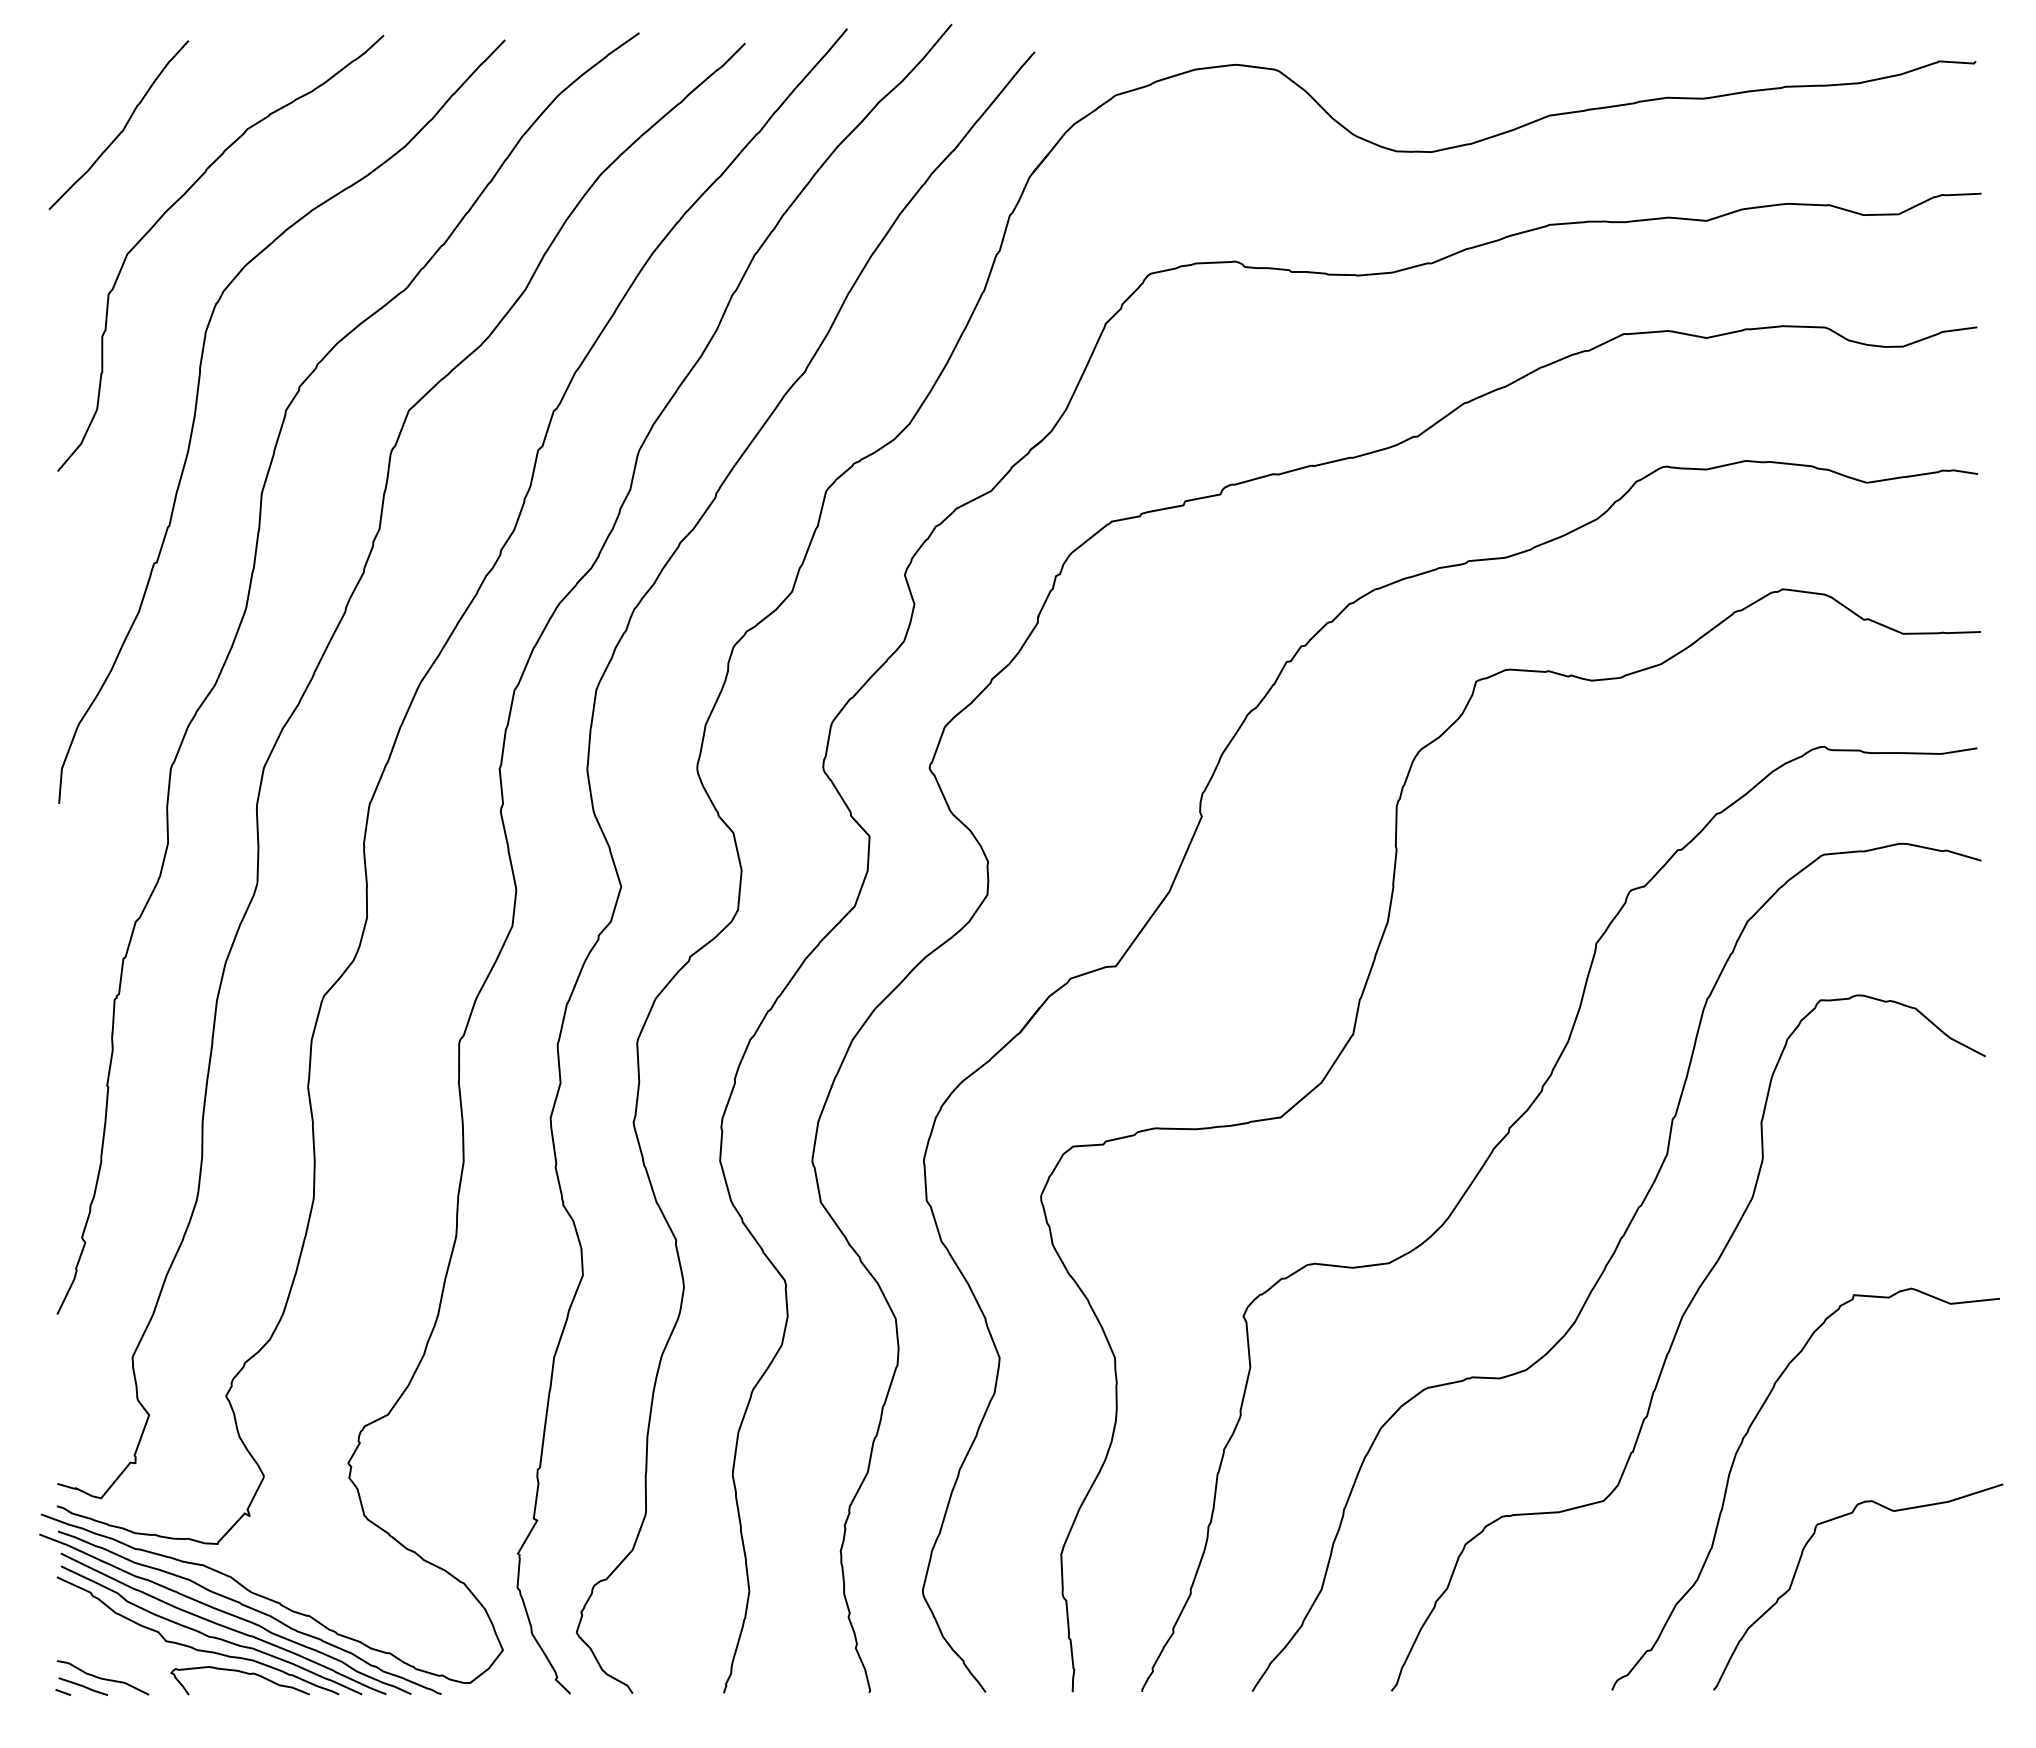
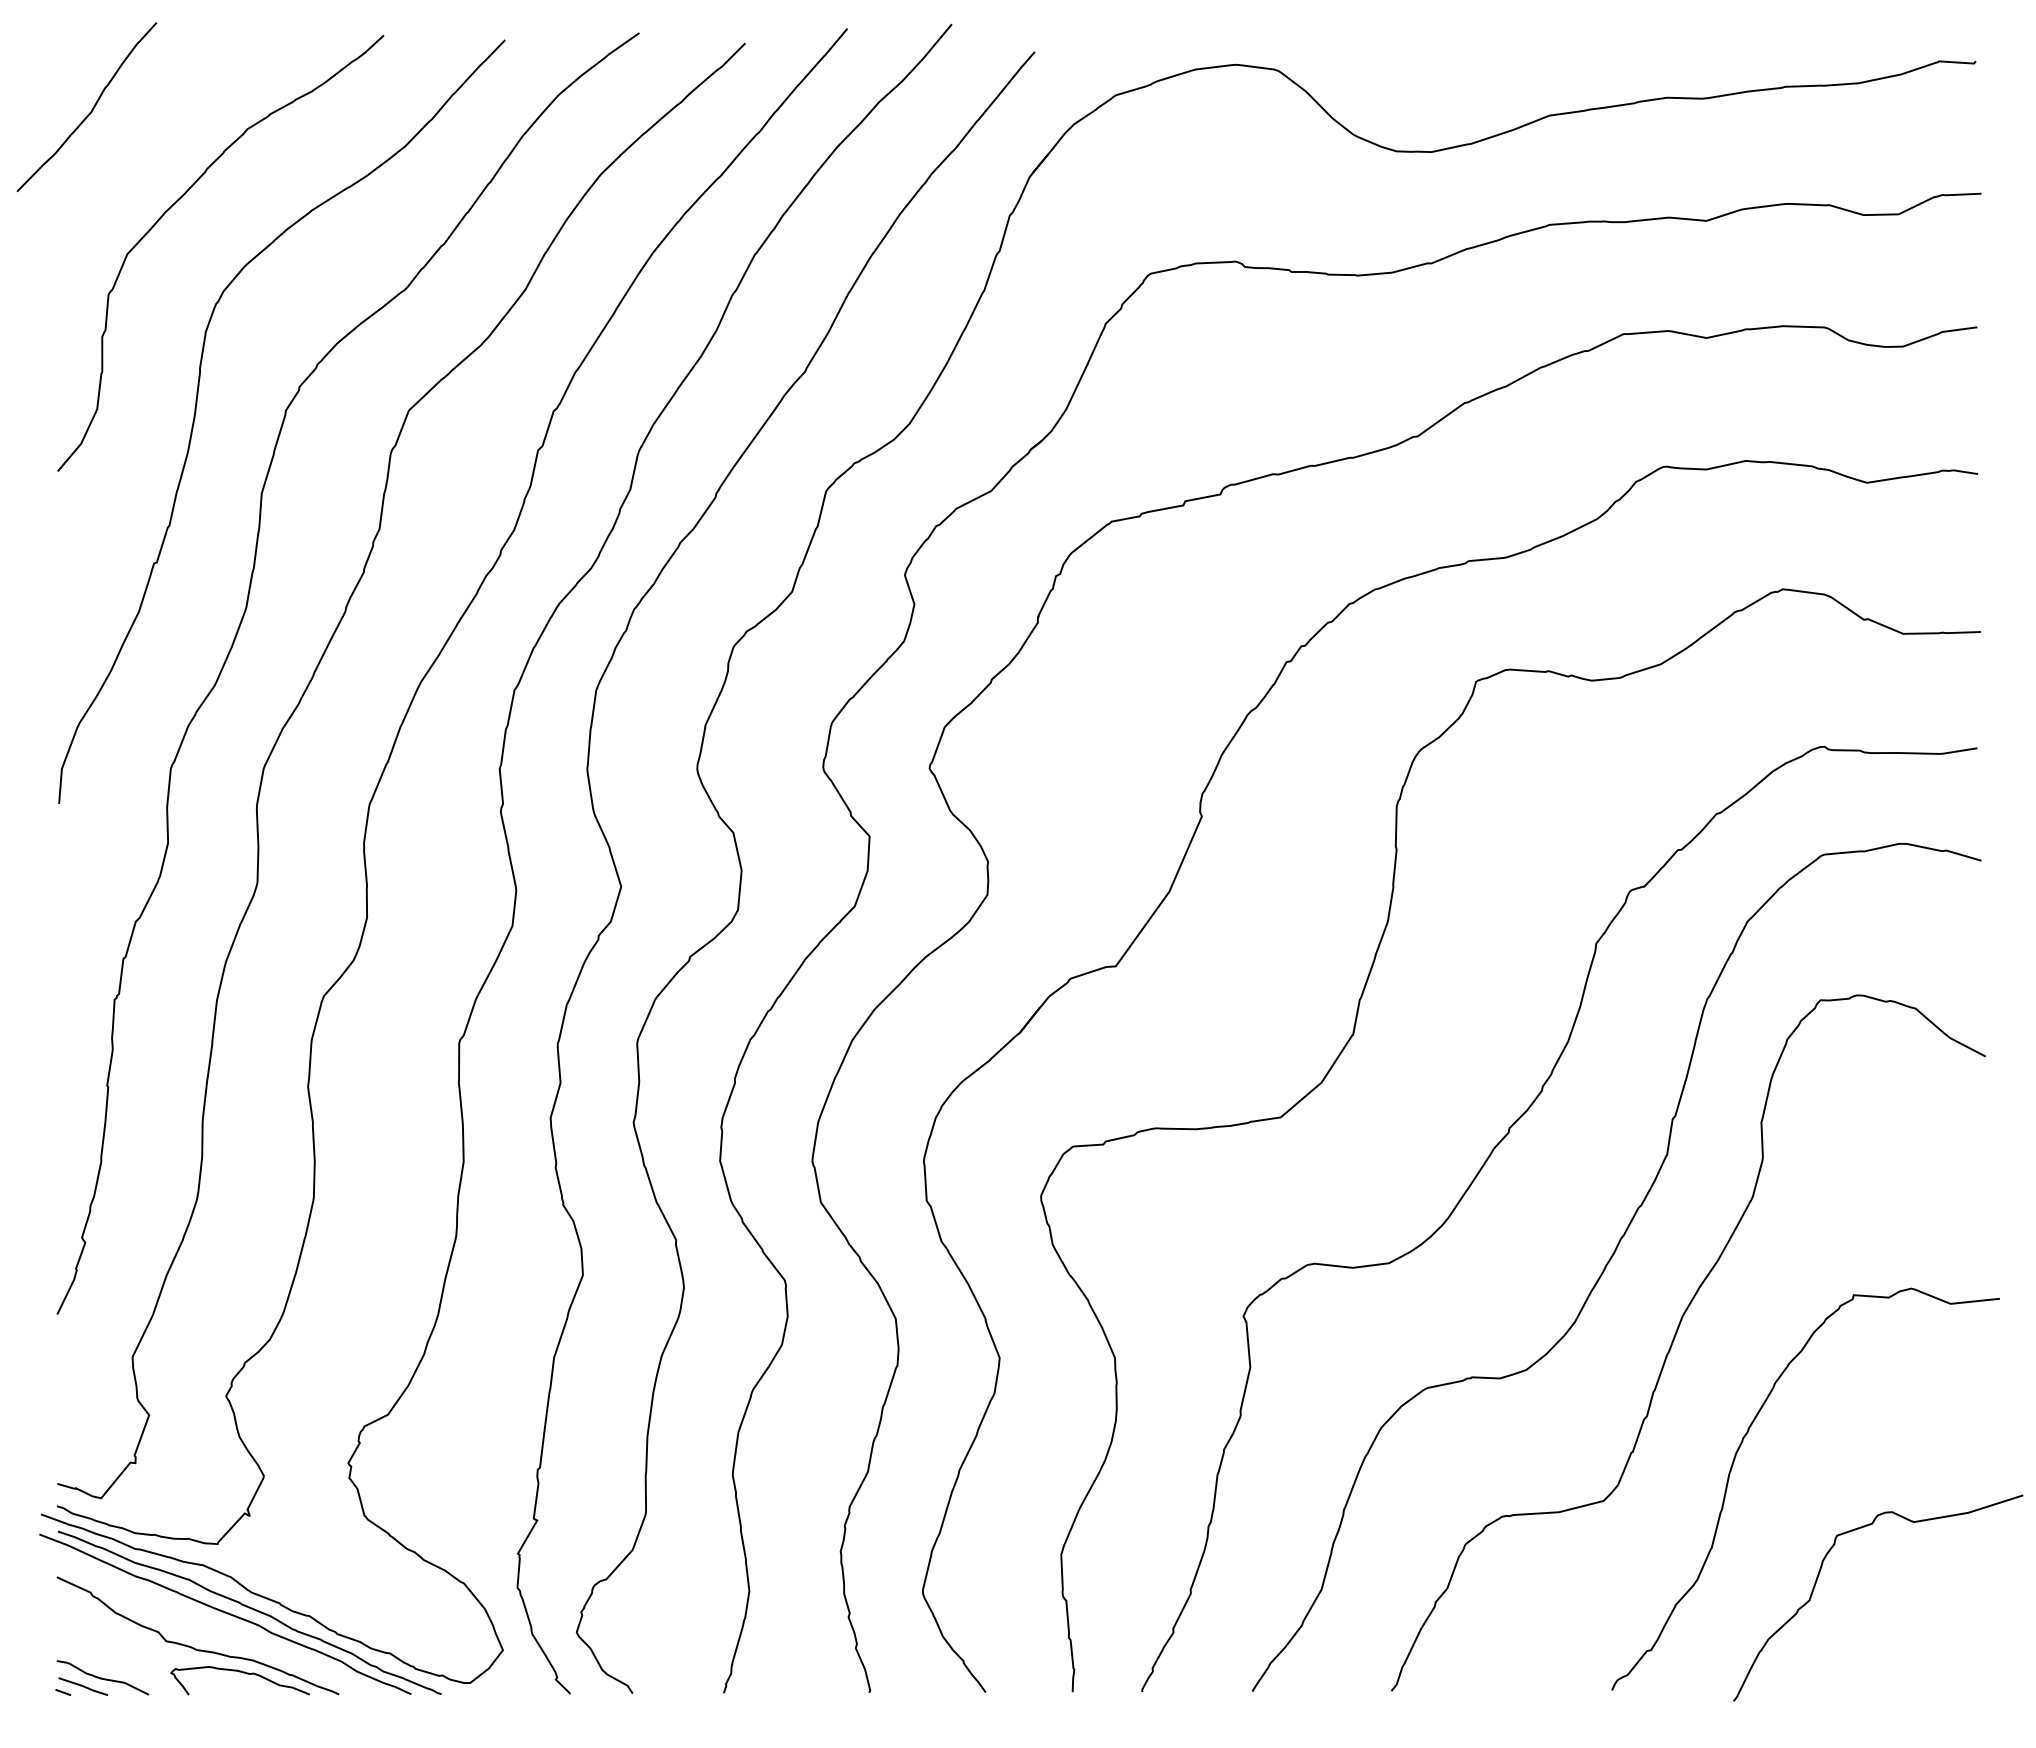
curve at (123, 127) position: (123, 127) -> (91, 109)
curve at (1798, 1567) position: (1798, 1567) -> (1818, 1578)
part at (223, 1623): present -> none
